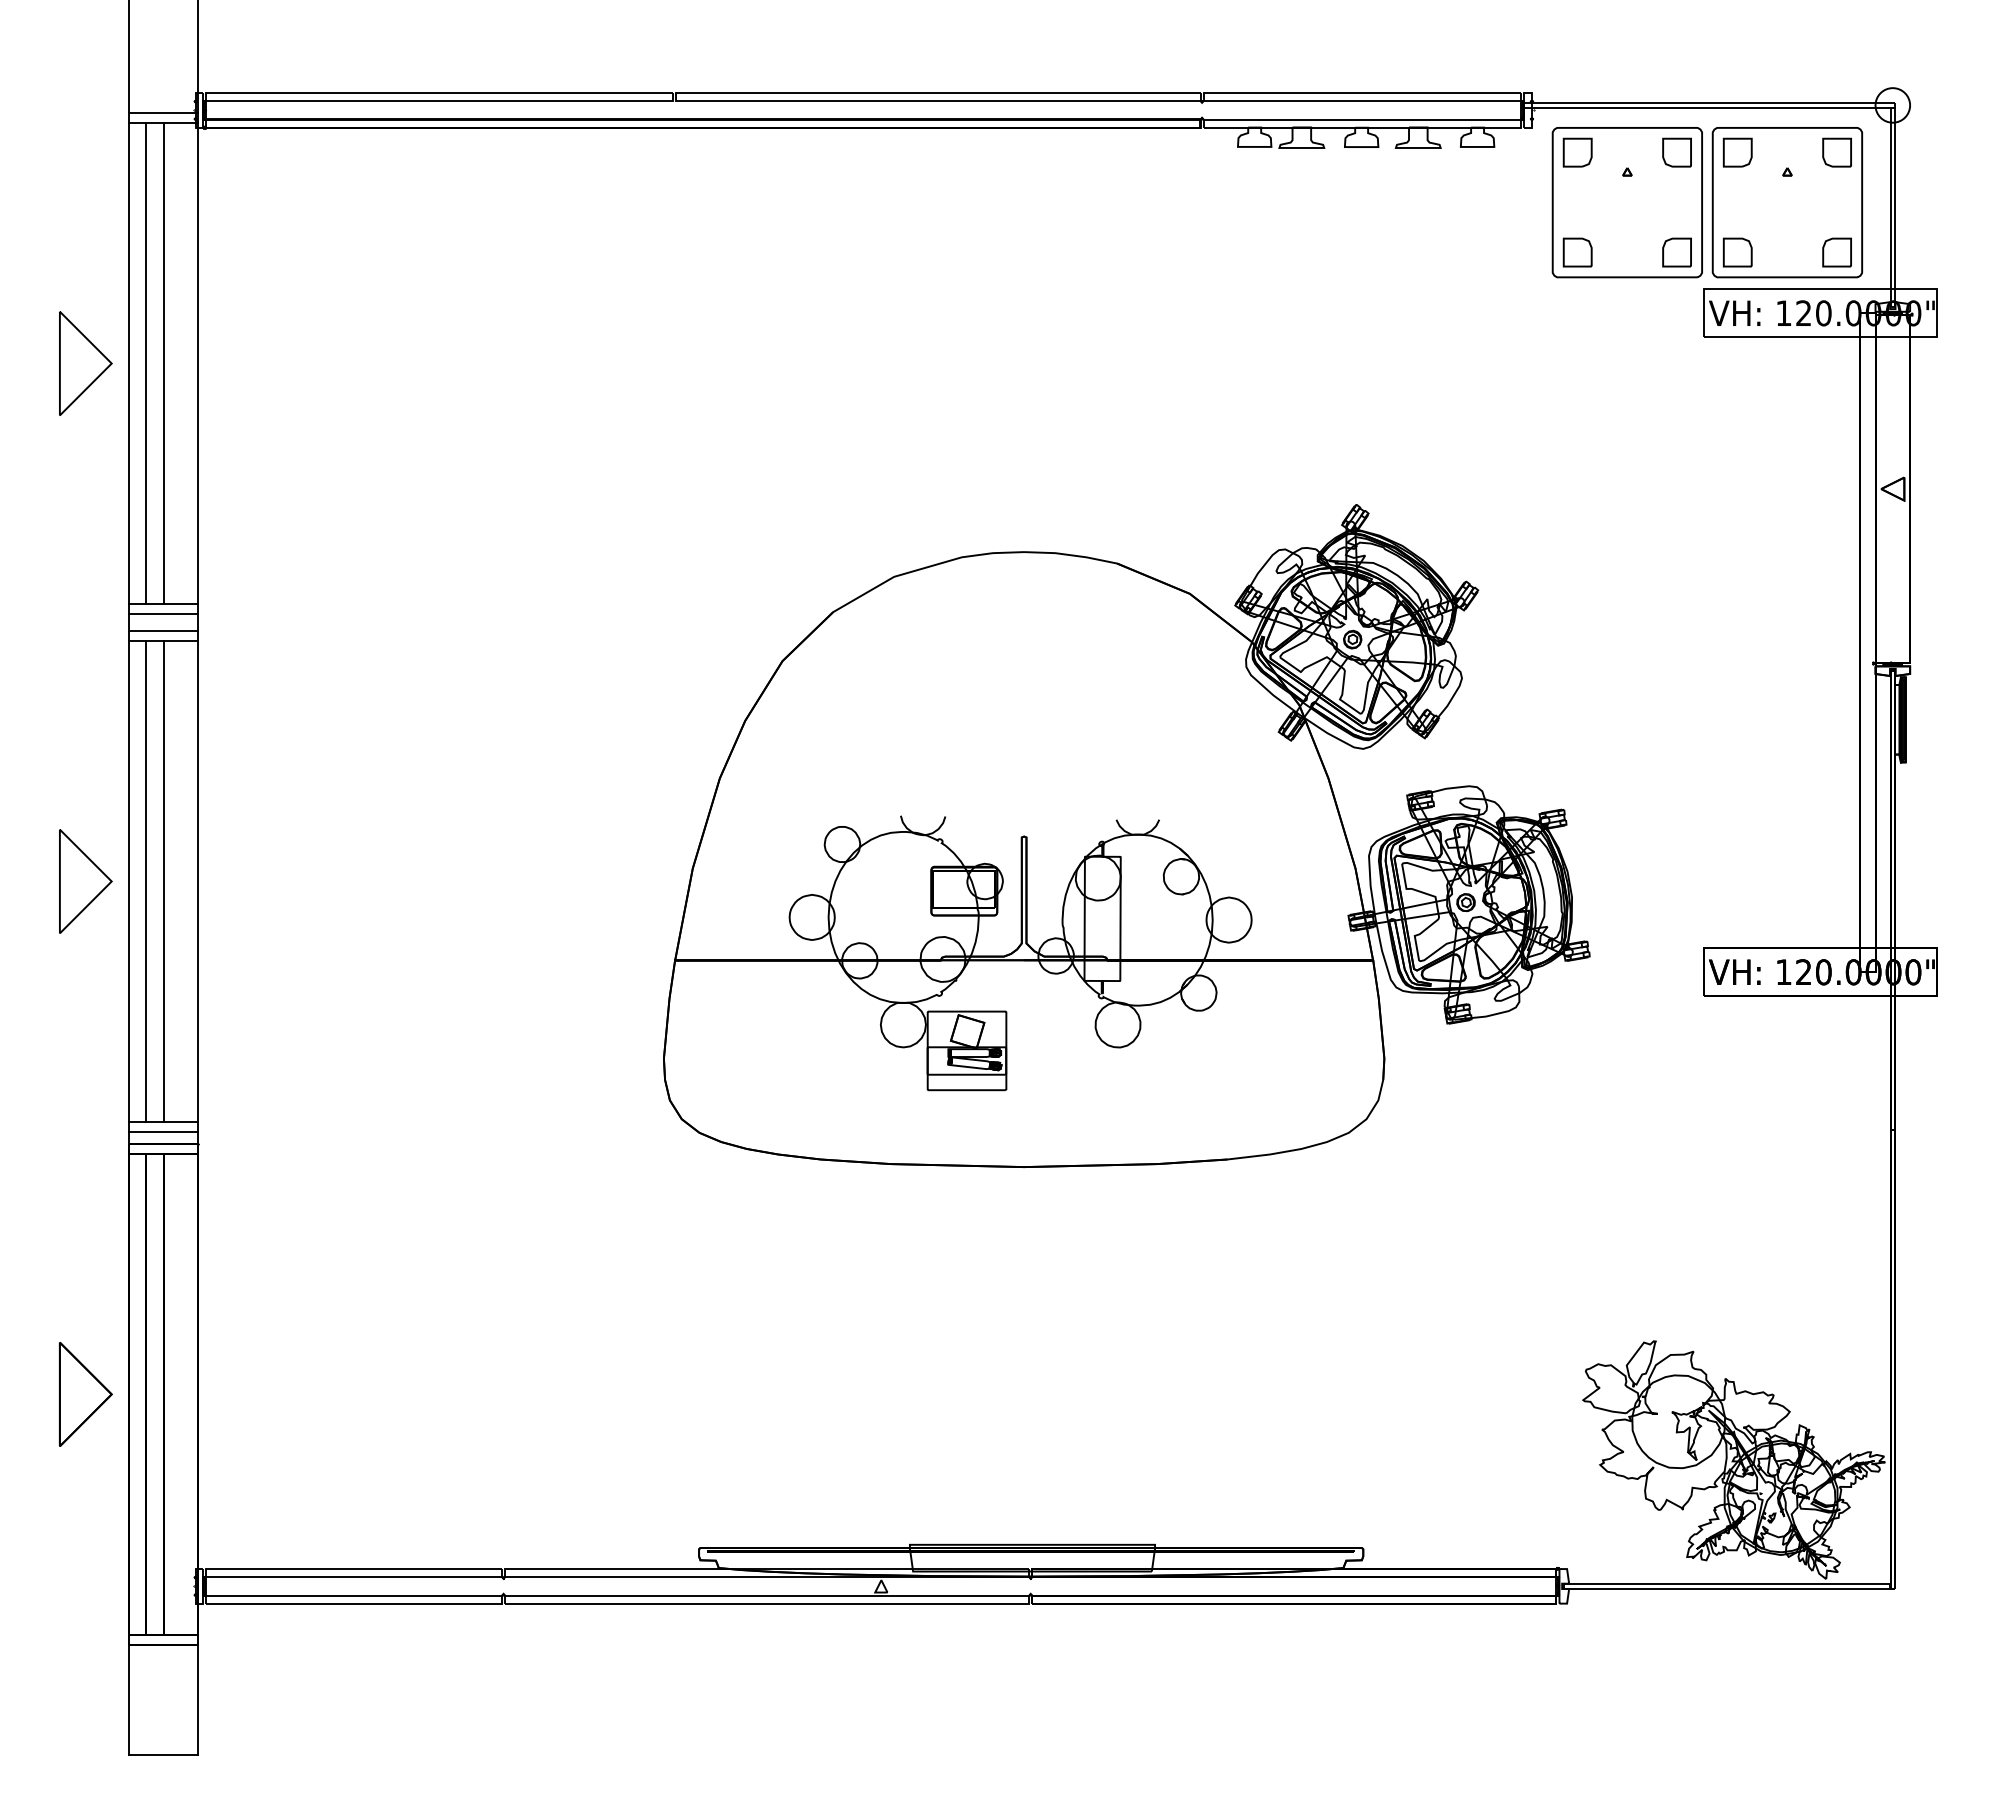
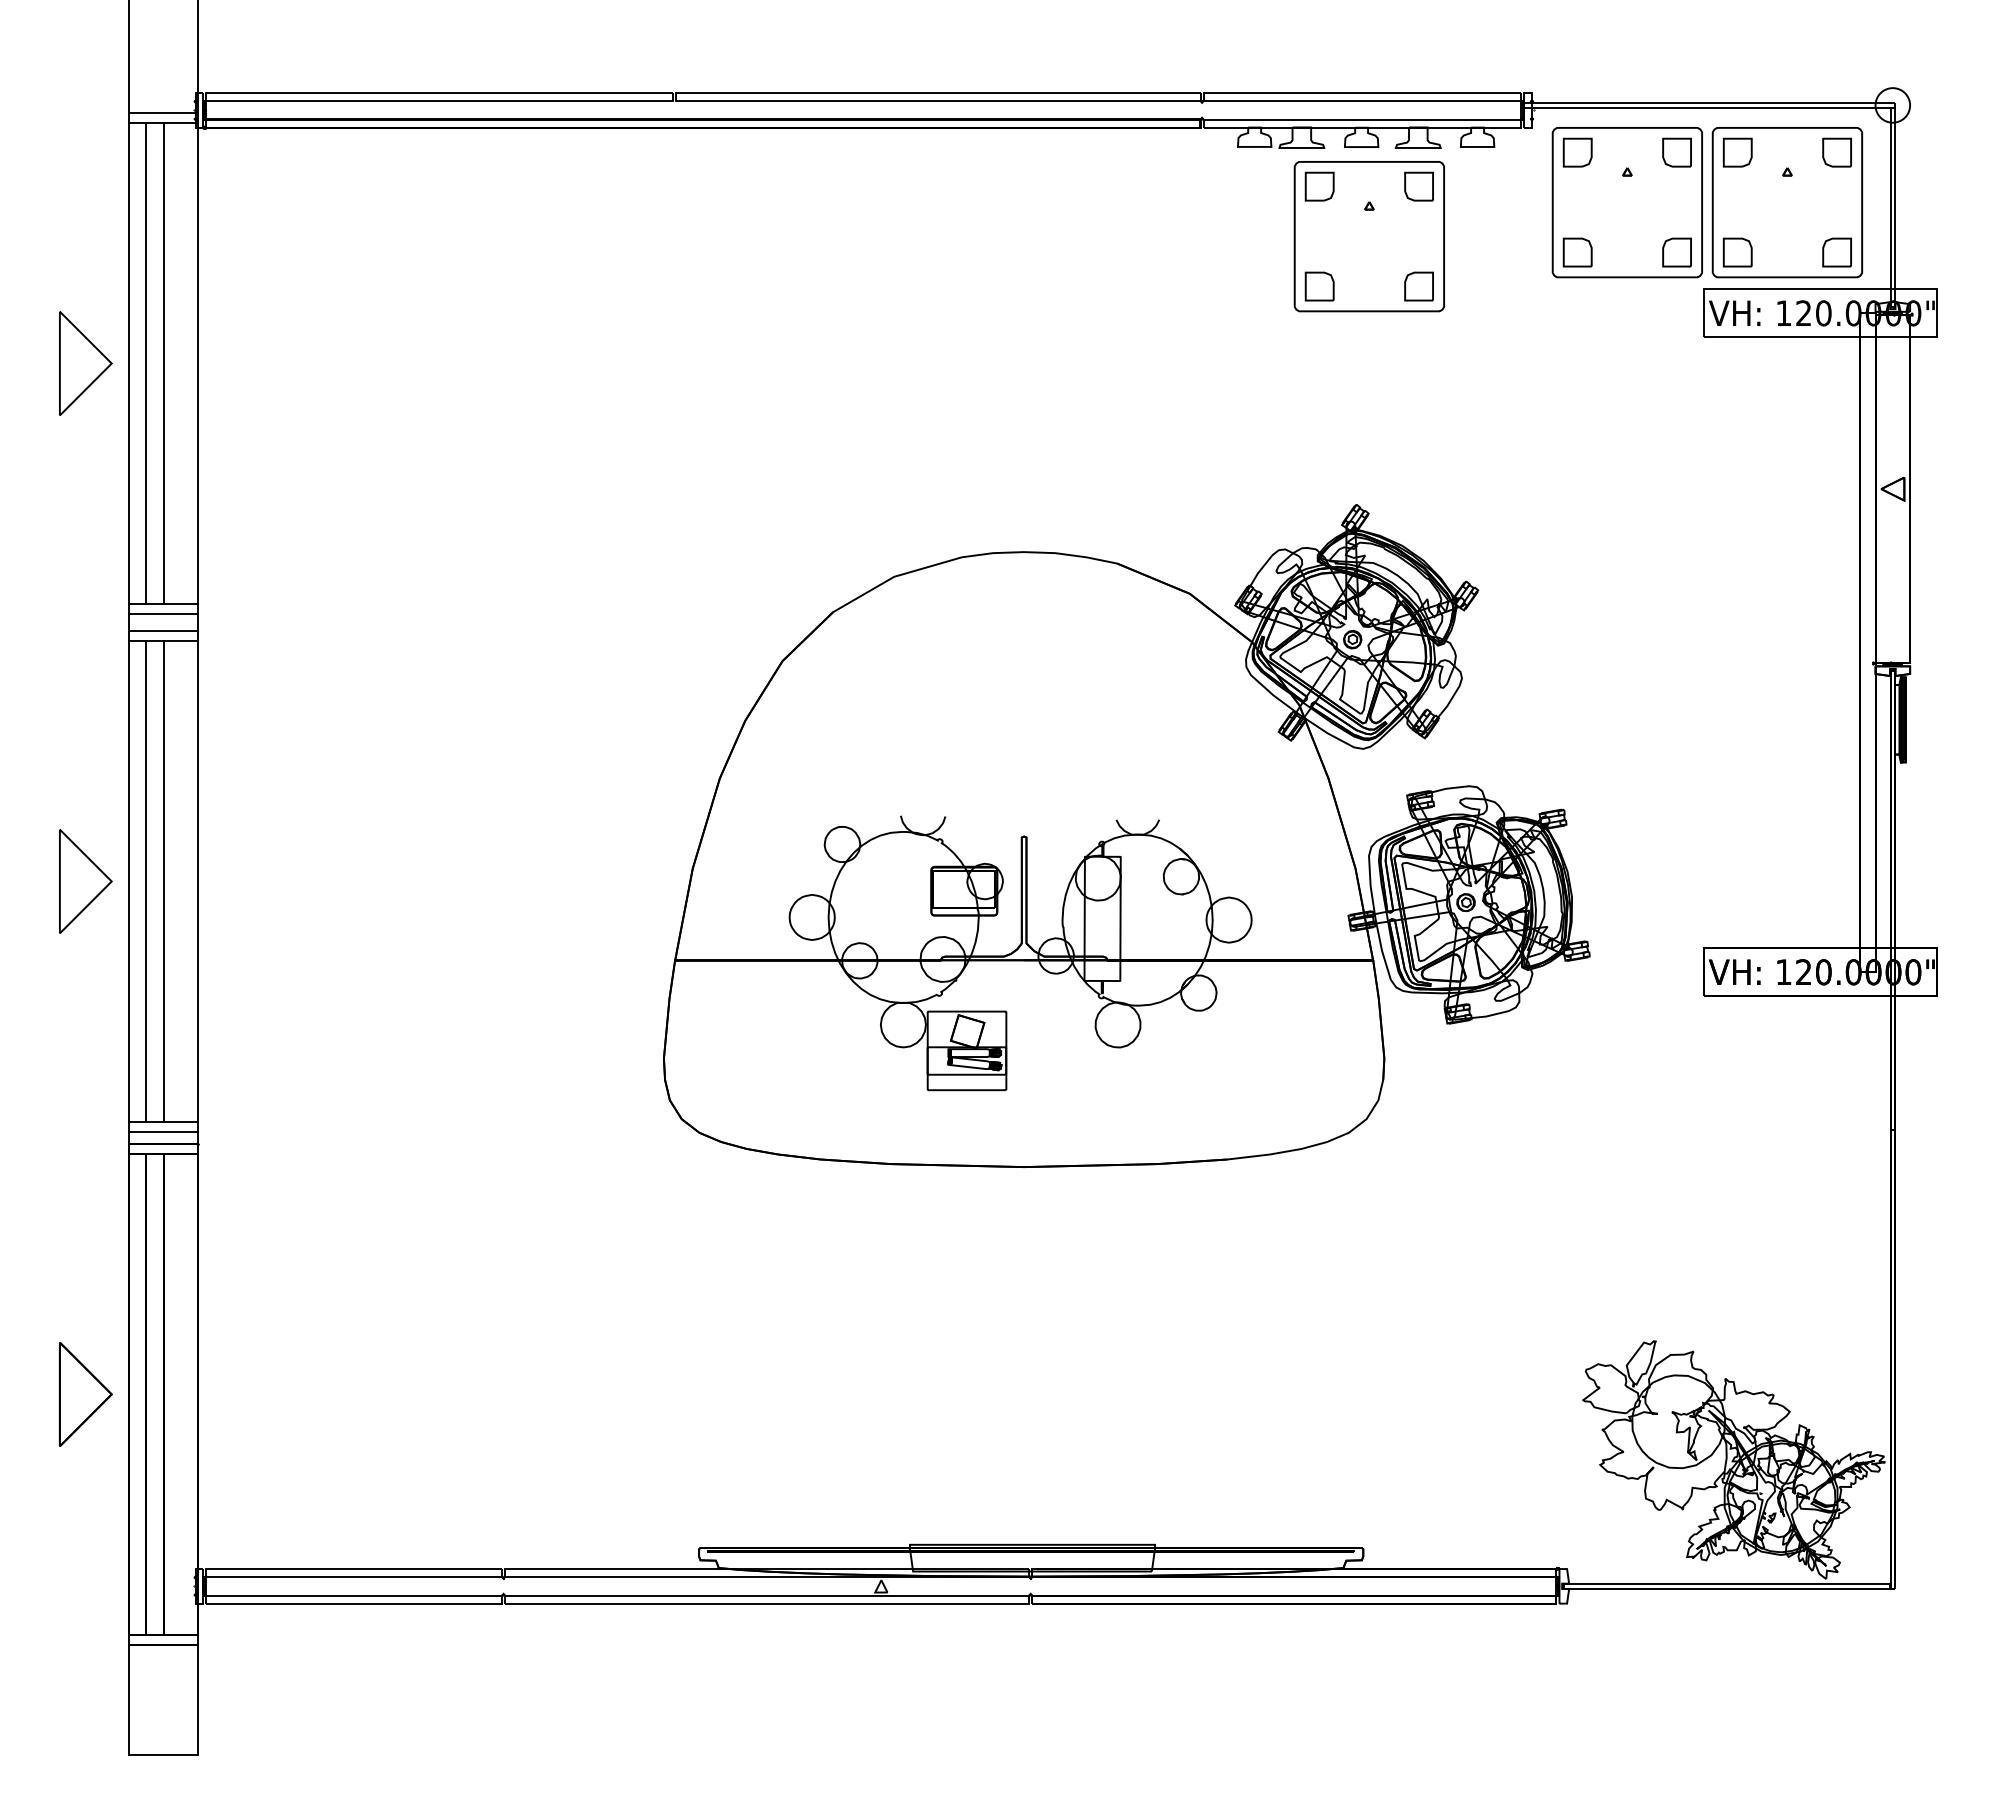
part at (1368, 236): none -> present
